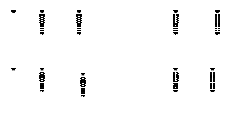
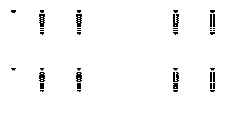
line at (216, 22) position: (216, 22) -> (211, 22)
part at (82, 84) position: (82, 84) -> (78, 79)
